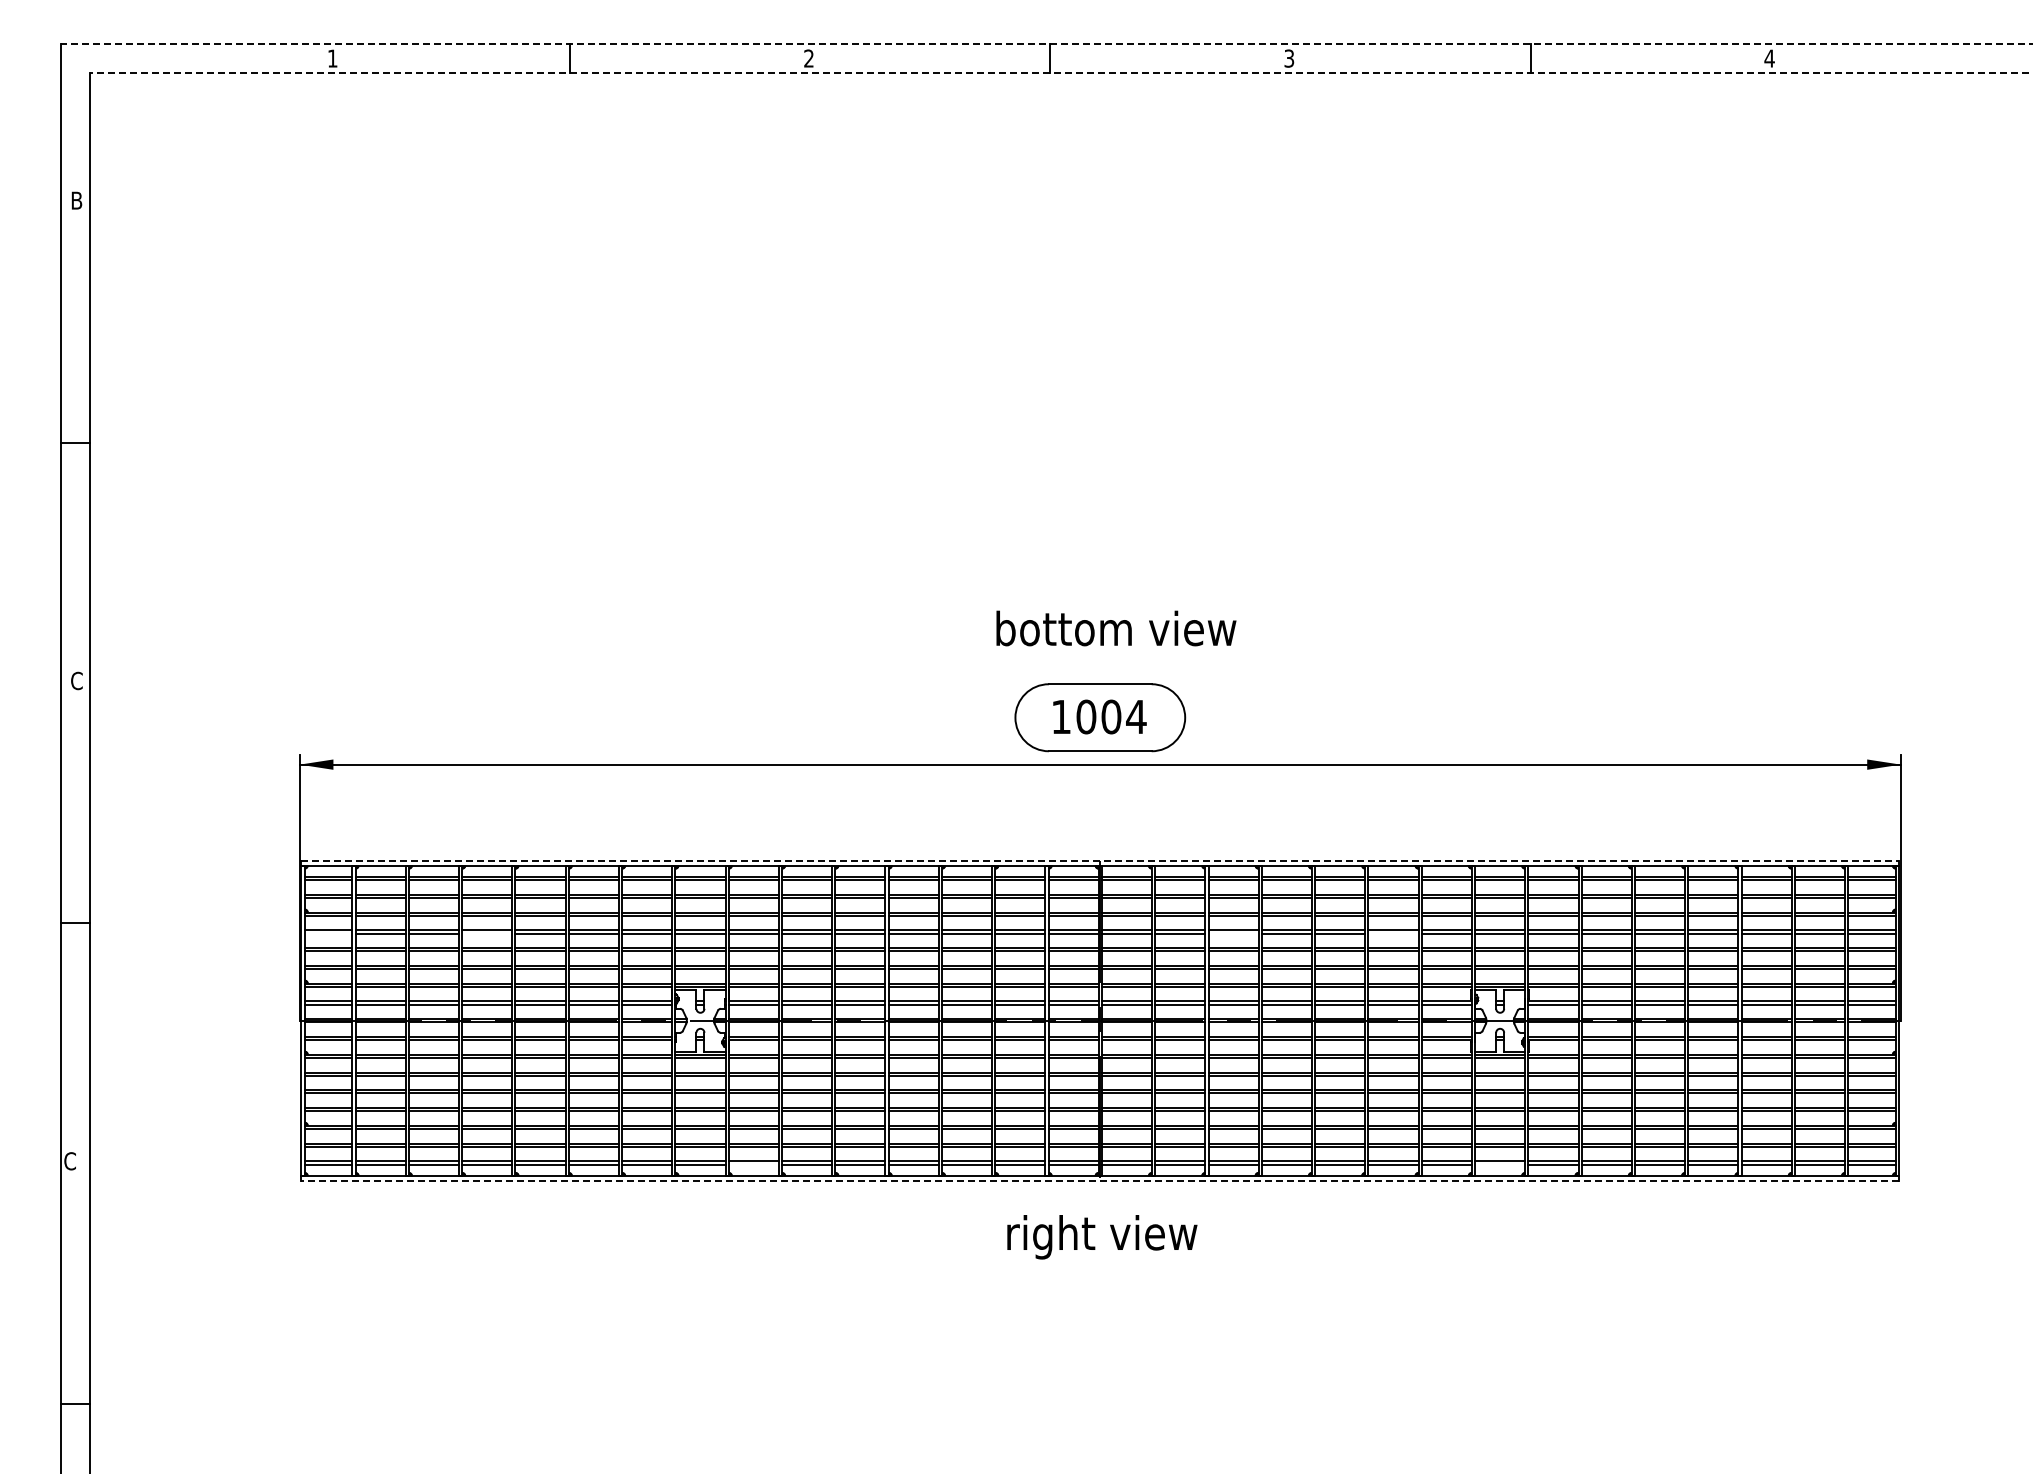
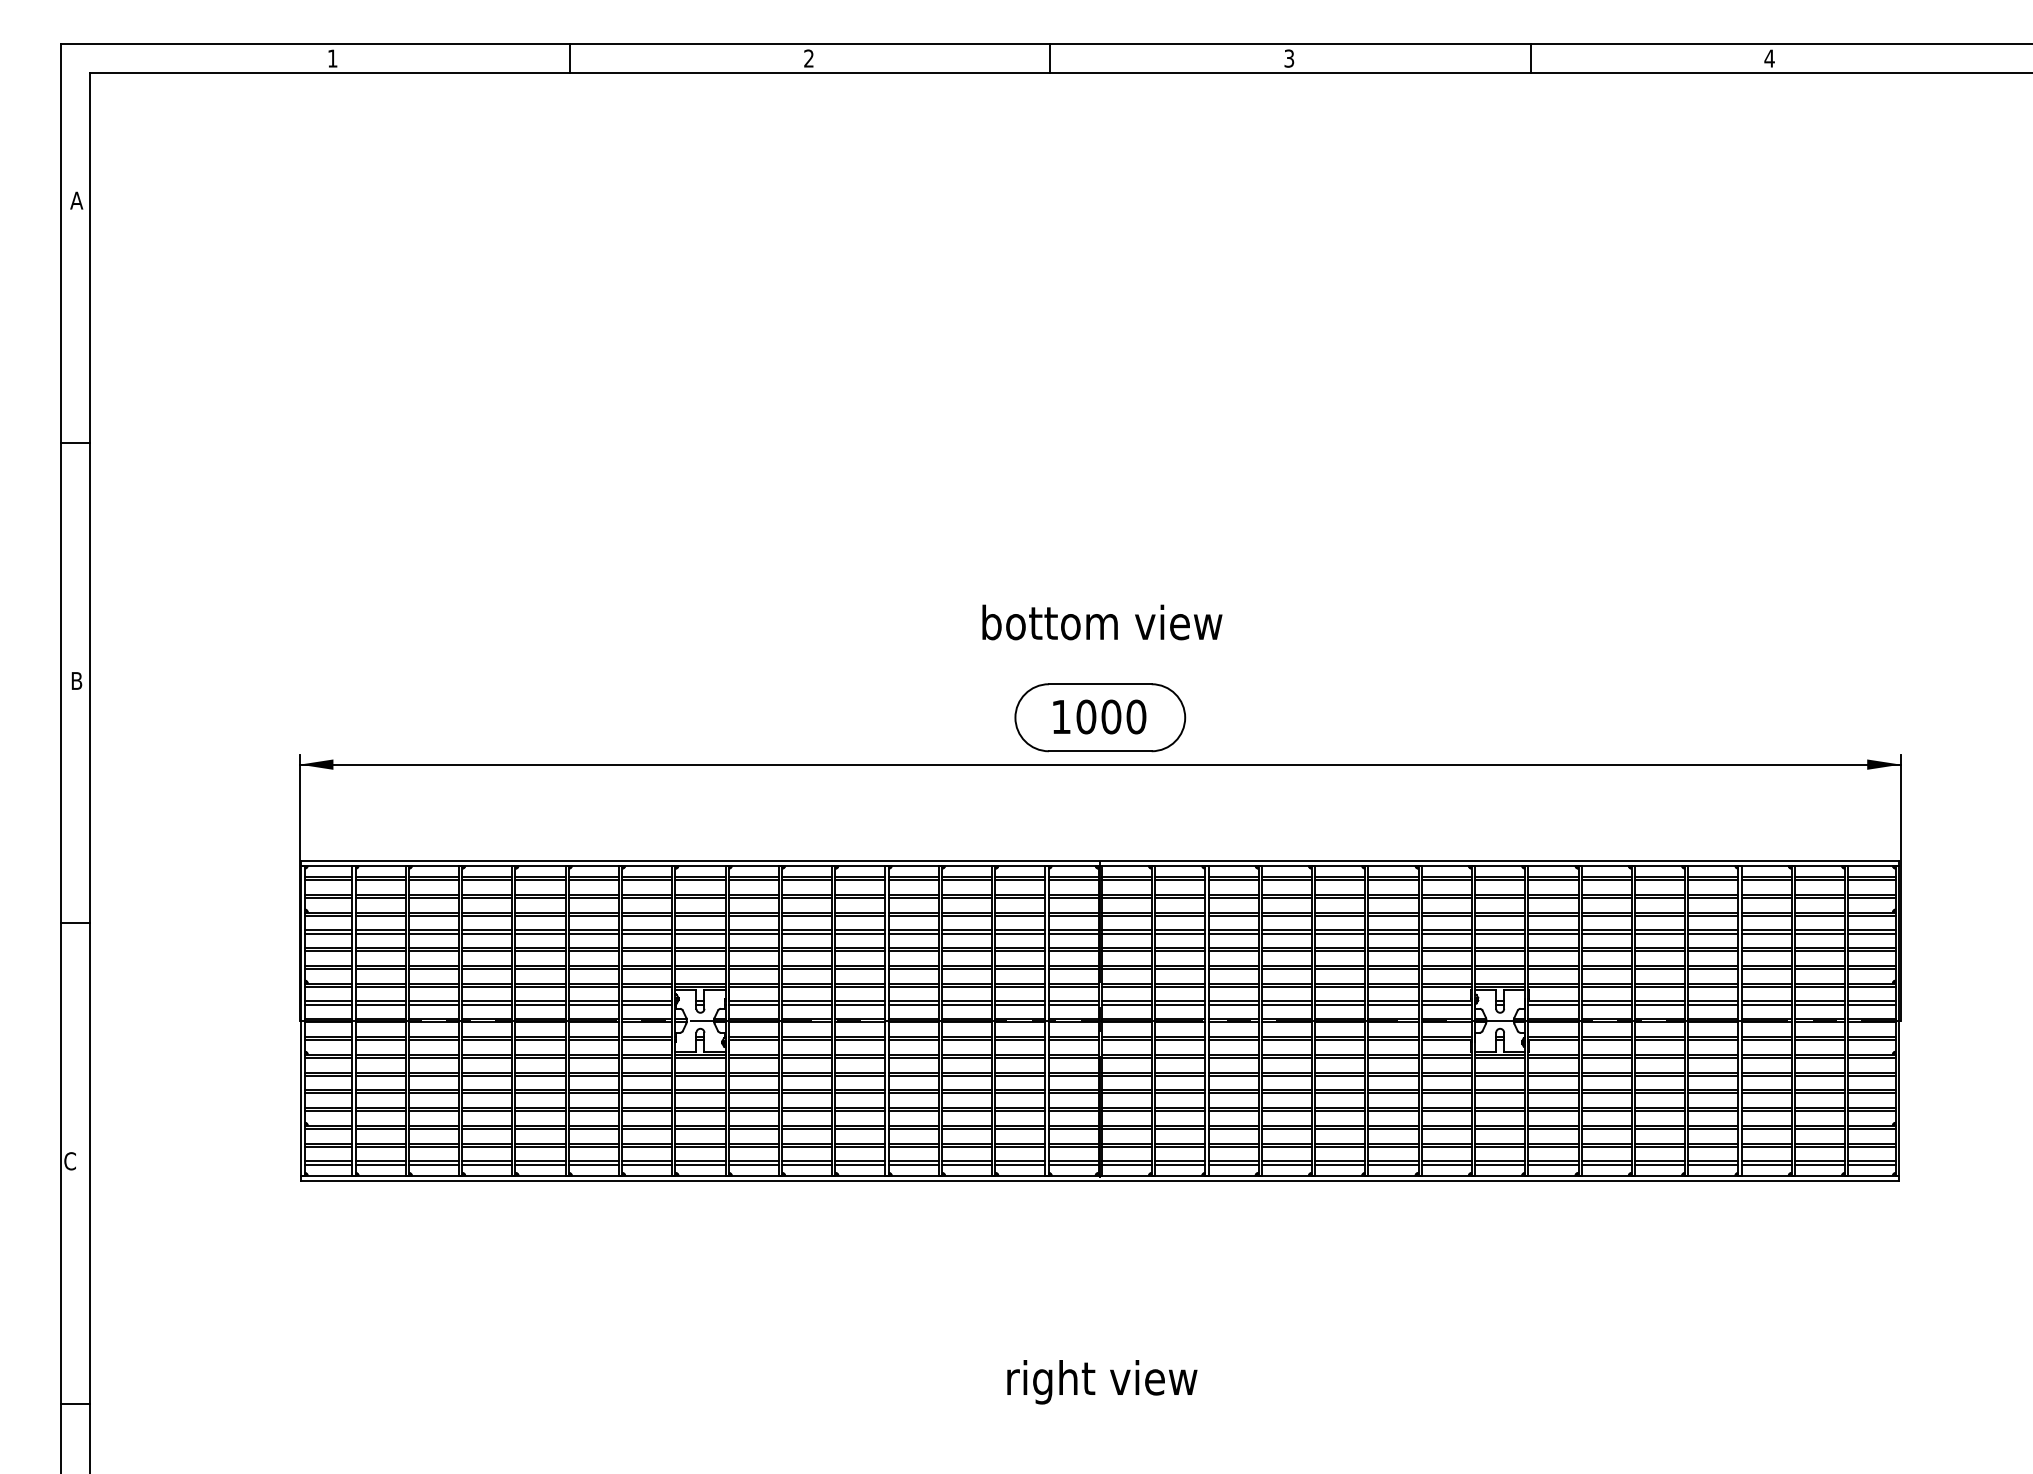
line at (1046, 44): dashed -> solid
line at (1060, 73): dashed -> solid
text at (76, 200): B -> A
text at (1116, 628) position: (1116, 628) -> (1102, 622)
text at (76, 680): C -> B
text at (1136, 716): 1004 -> 1000
line at (1100, 860): dashed -> solid
line at (328, 933): none -> present
line at (487, 933): none -> present
line at (1233, 933): none -> present
line at (1393, 933): none -> present
line at (753, 1164): none -> present
line at (1500, 1164): none -> present
line at (1100, 1180): dashed -> solid
text at (1102, 1237) position: (1102, 1237) -> (1102, 1382)
